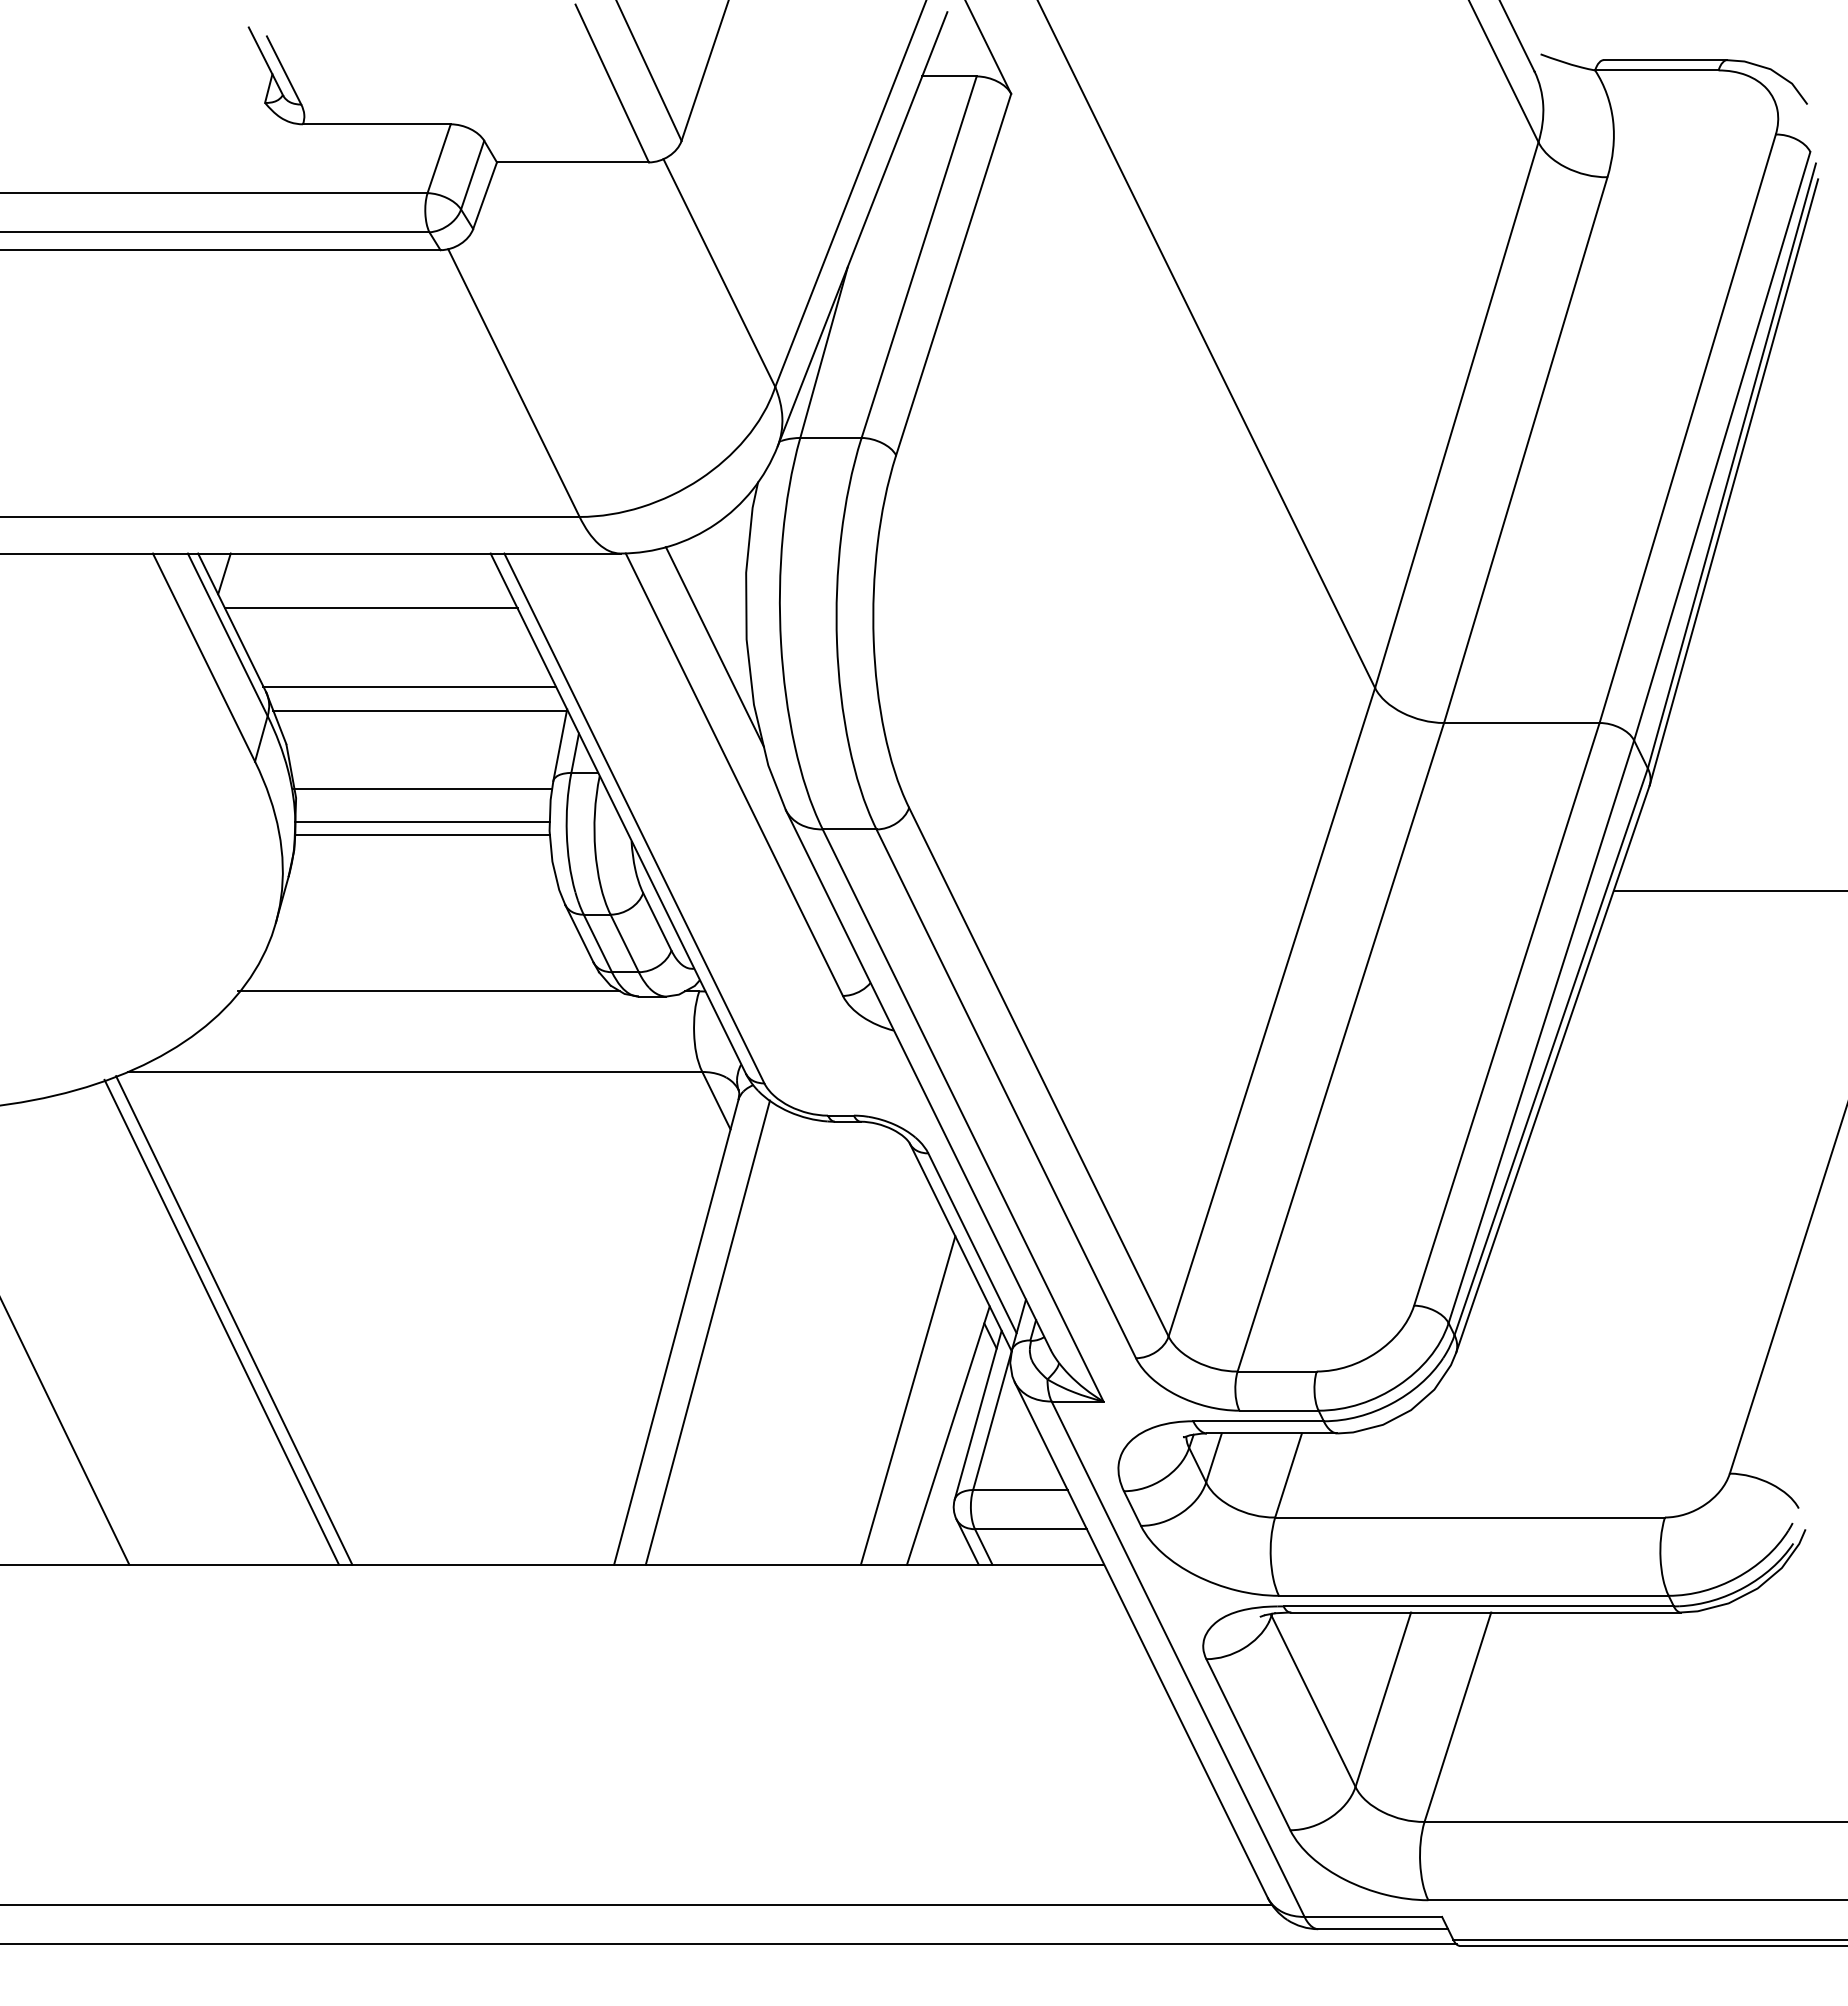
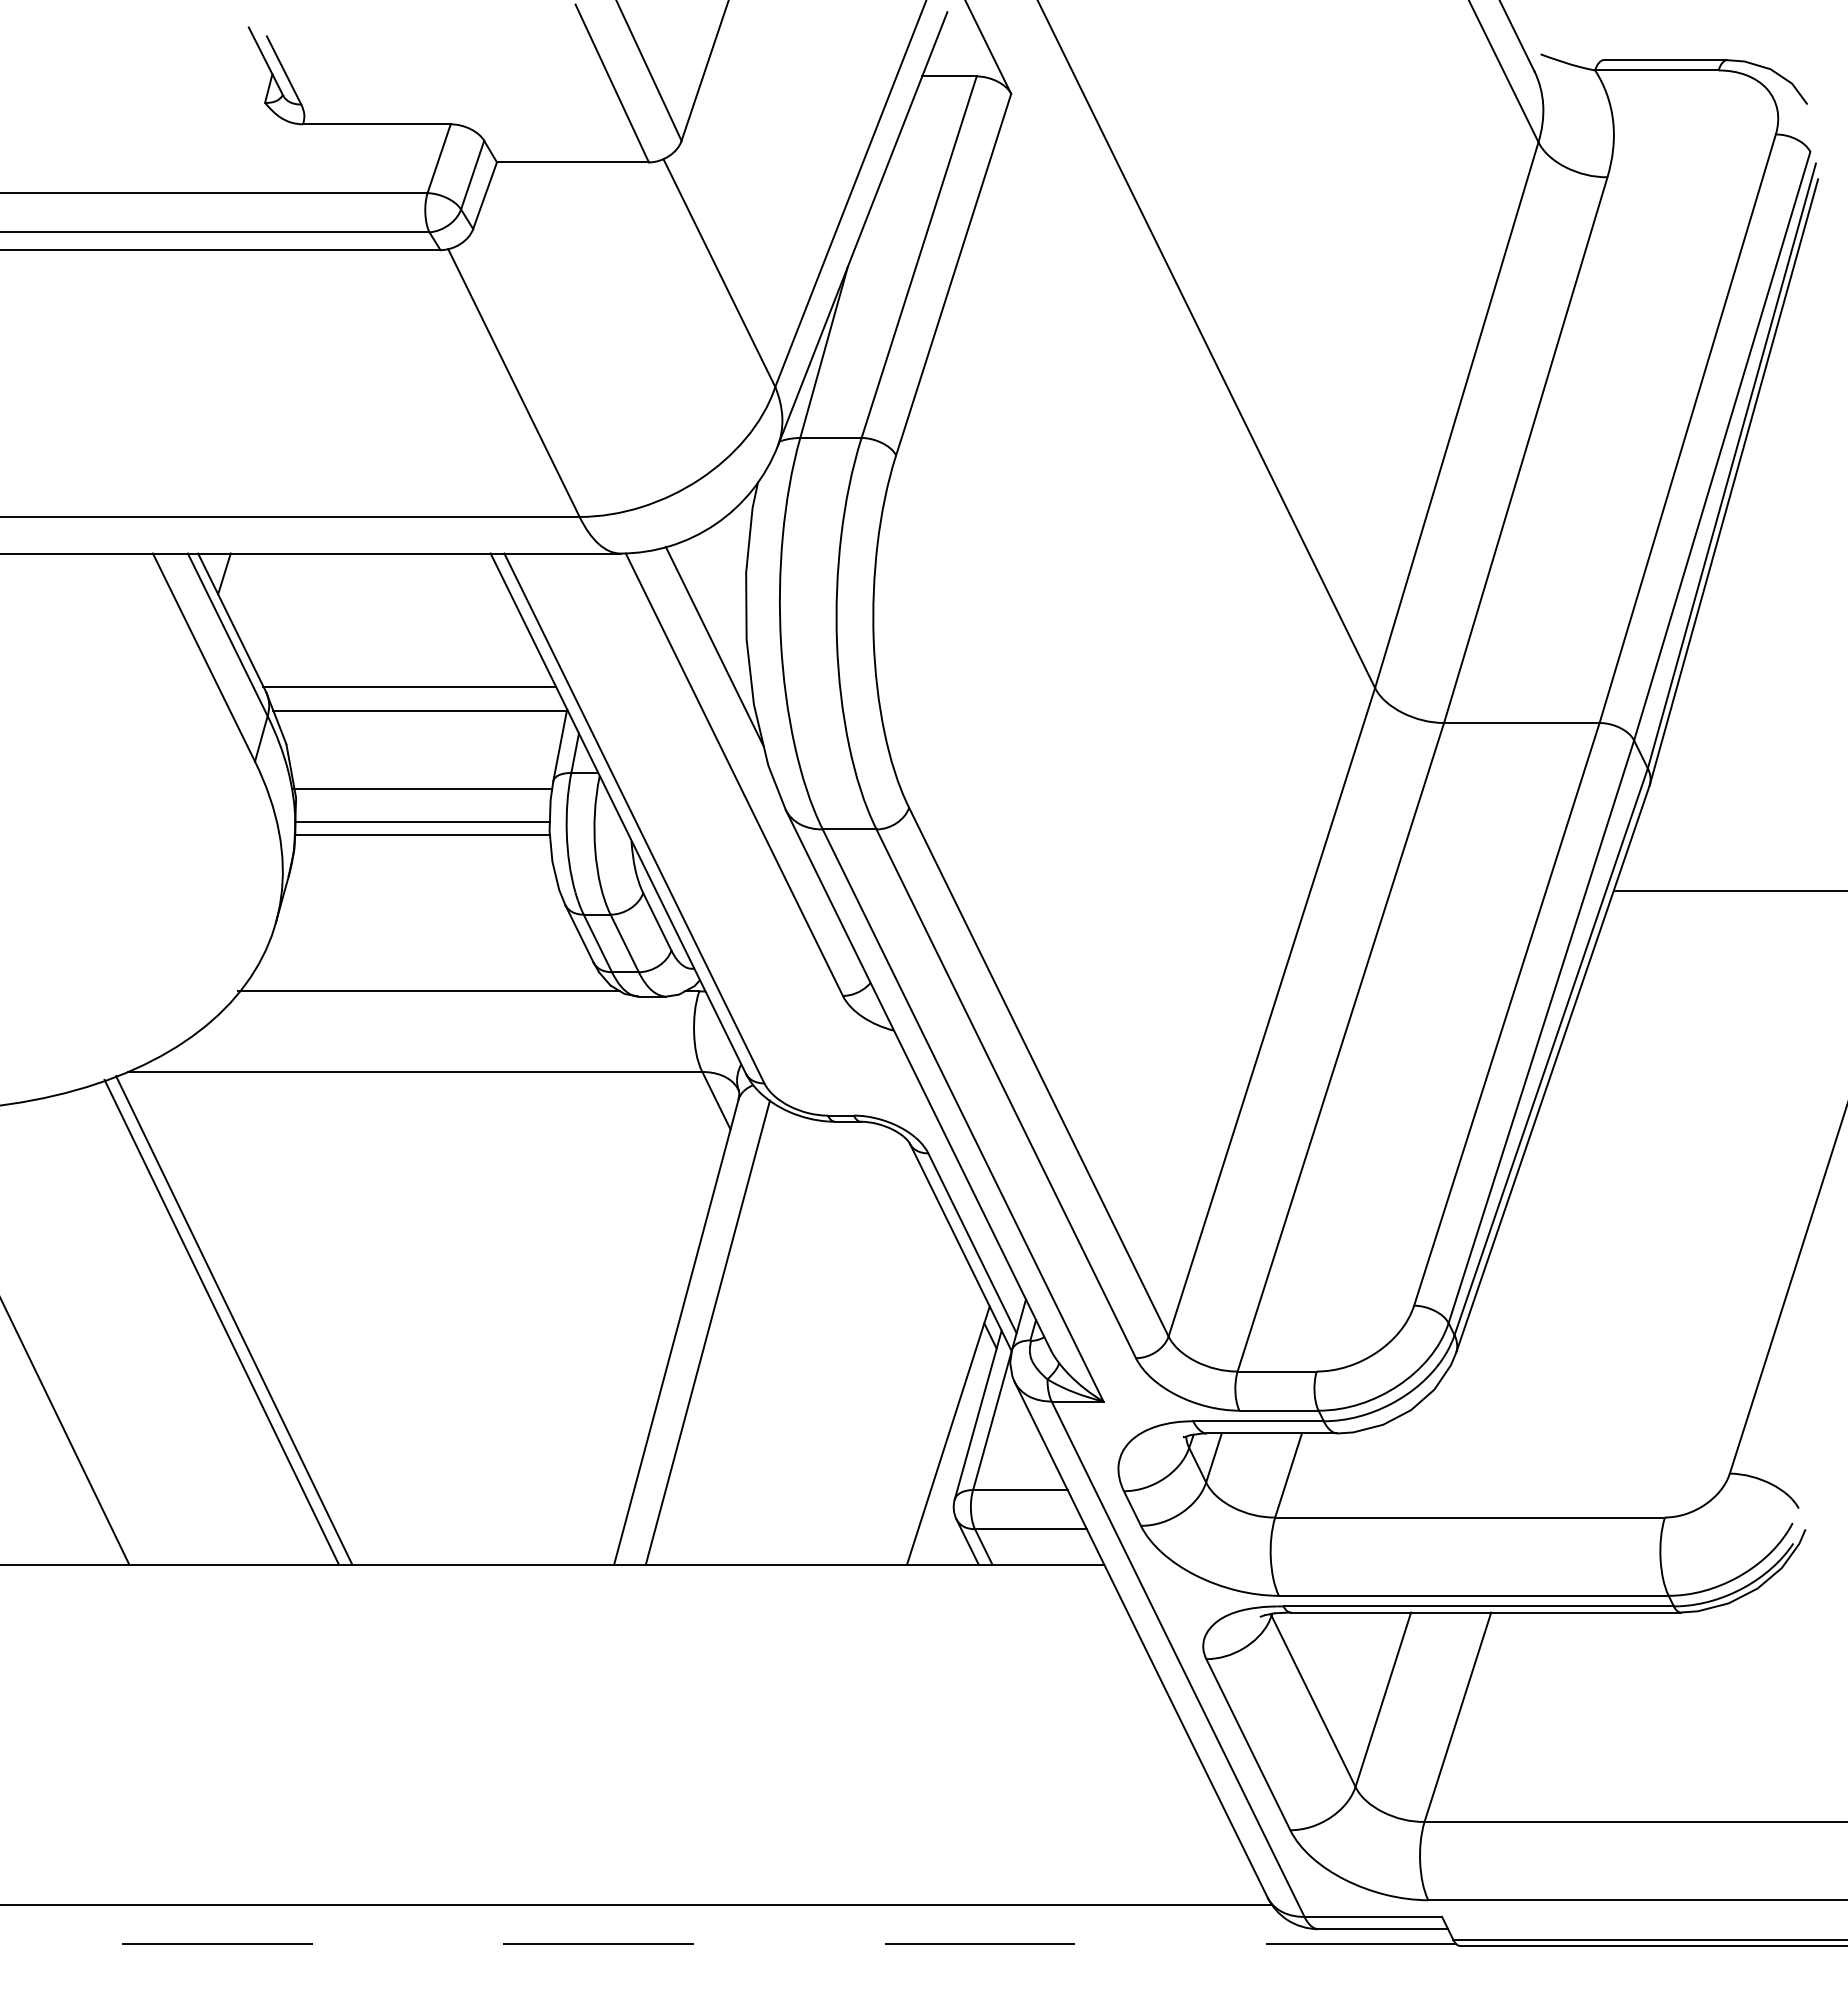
line at (371, 608): present -> none
line at (907, 1400): present -> none
line at (728, 1944): solid -> dashed
